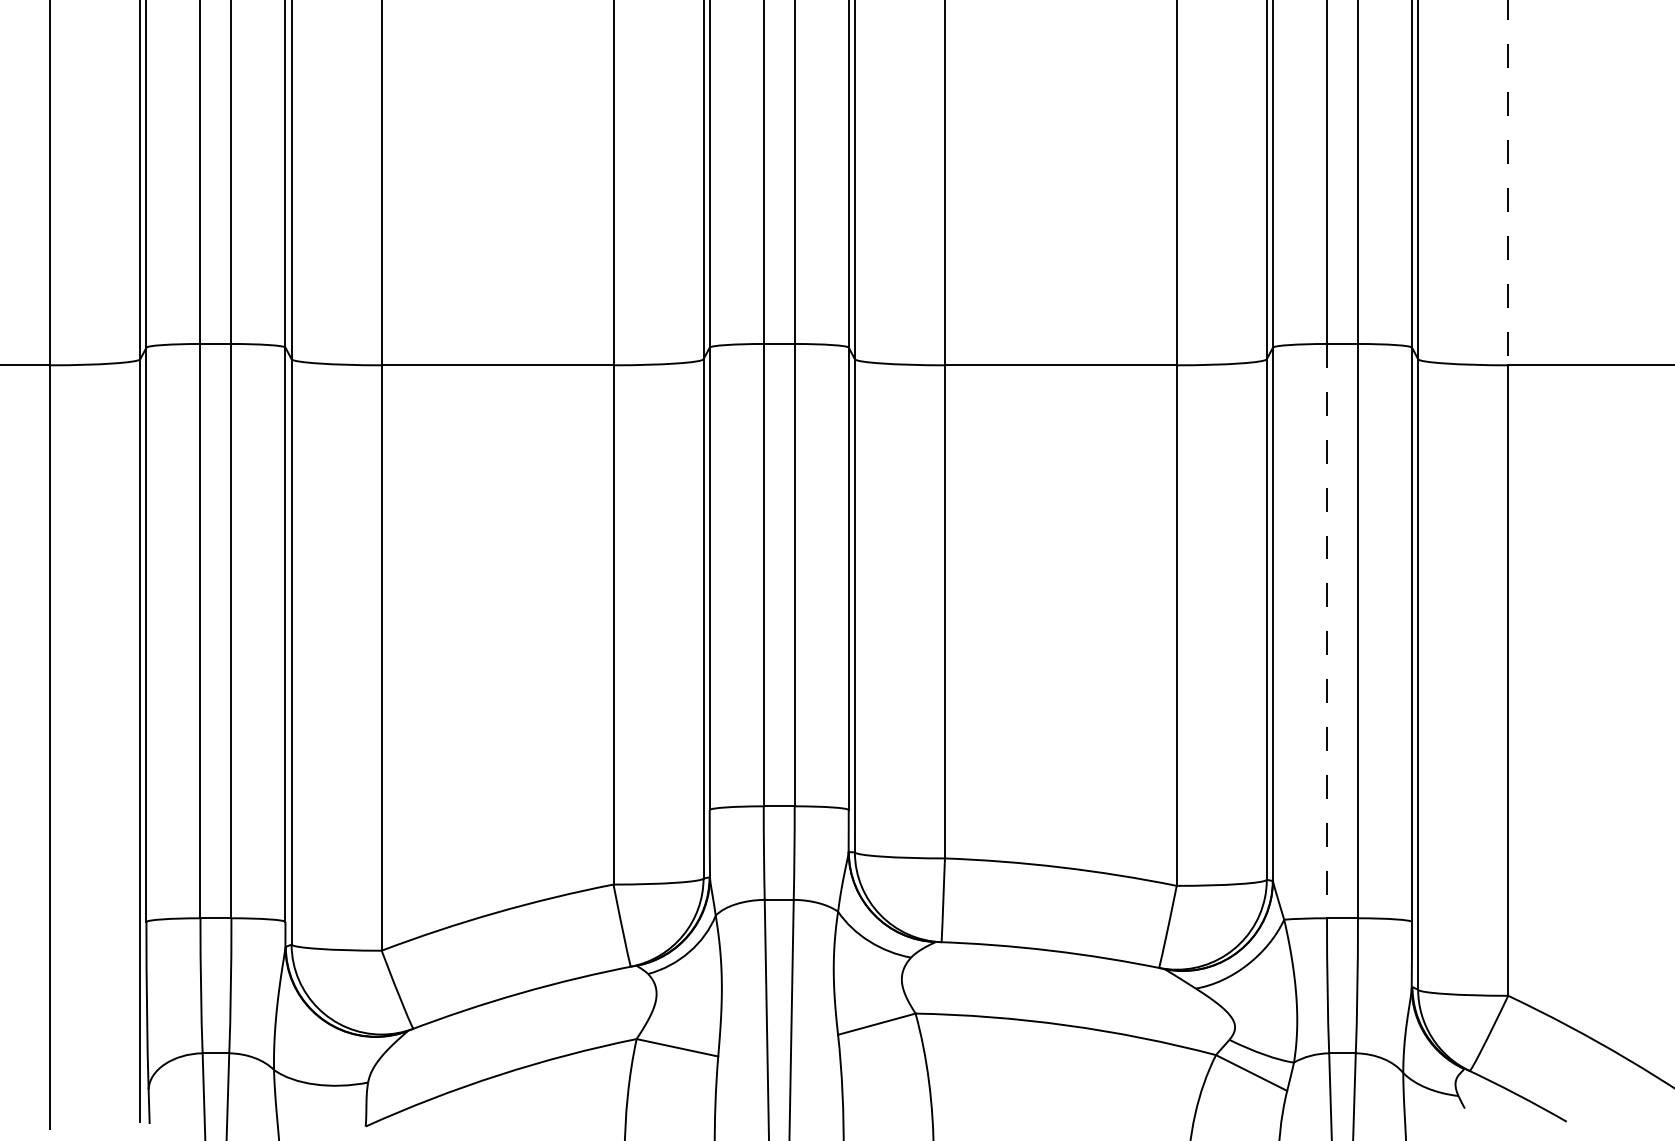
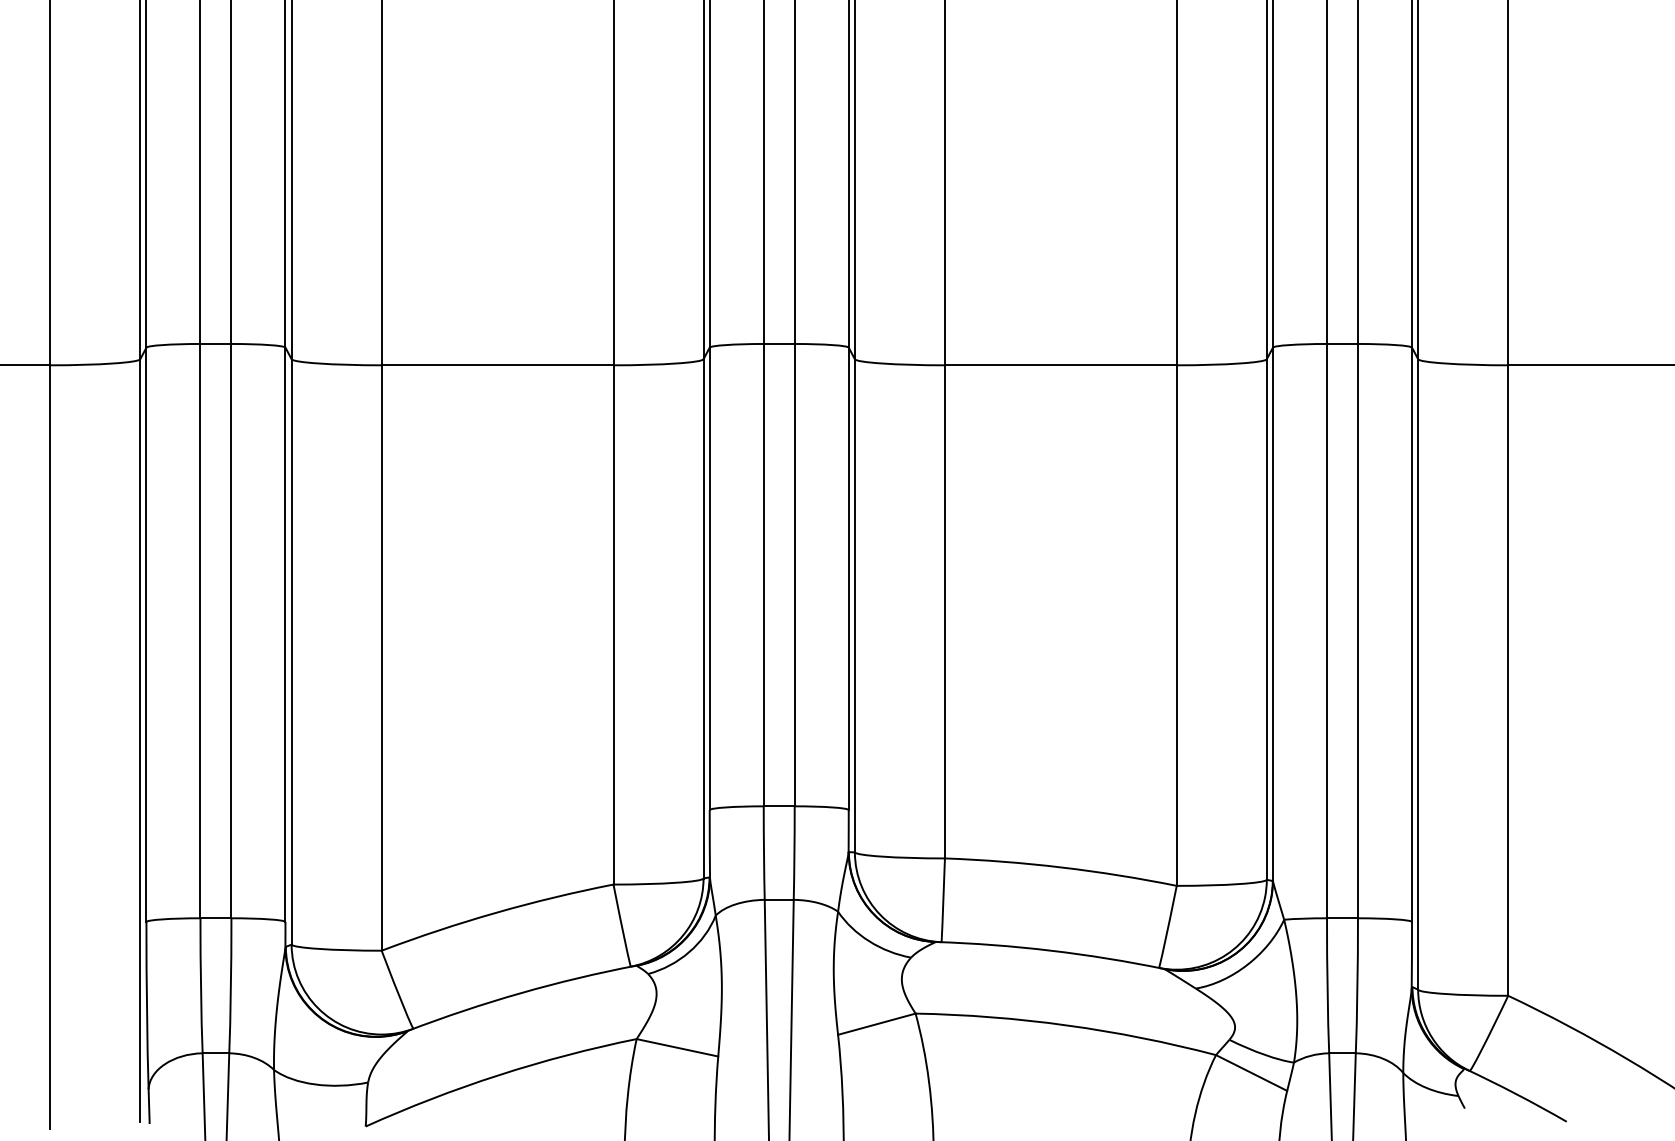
line at (1508, 183): dashed -> solid
line at (1327, 631): dashed -> solid
